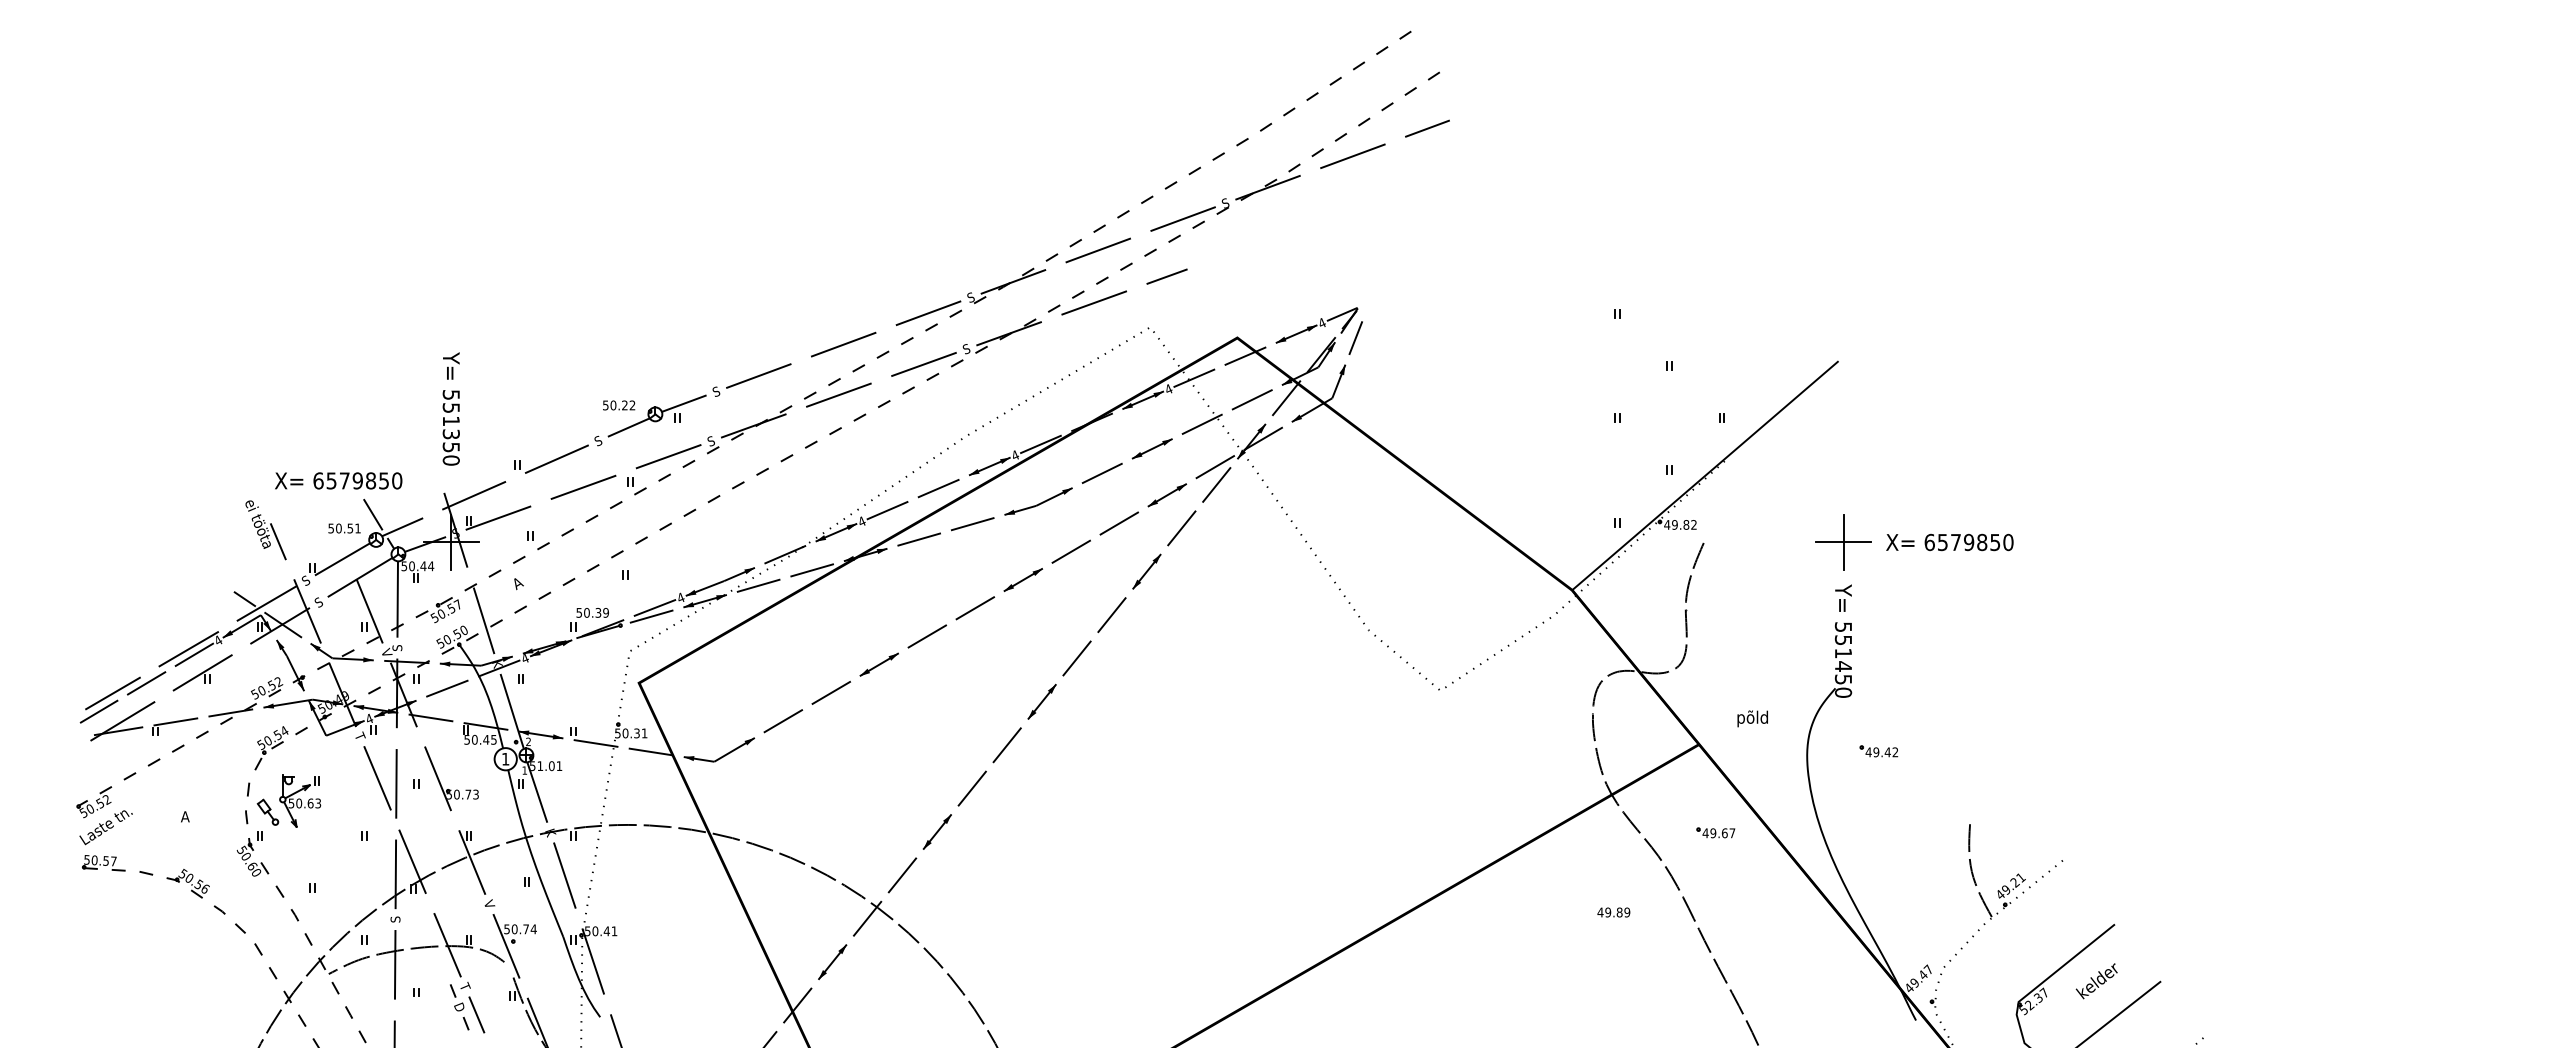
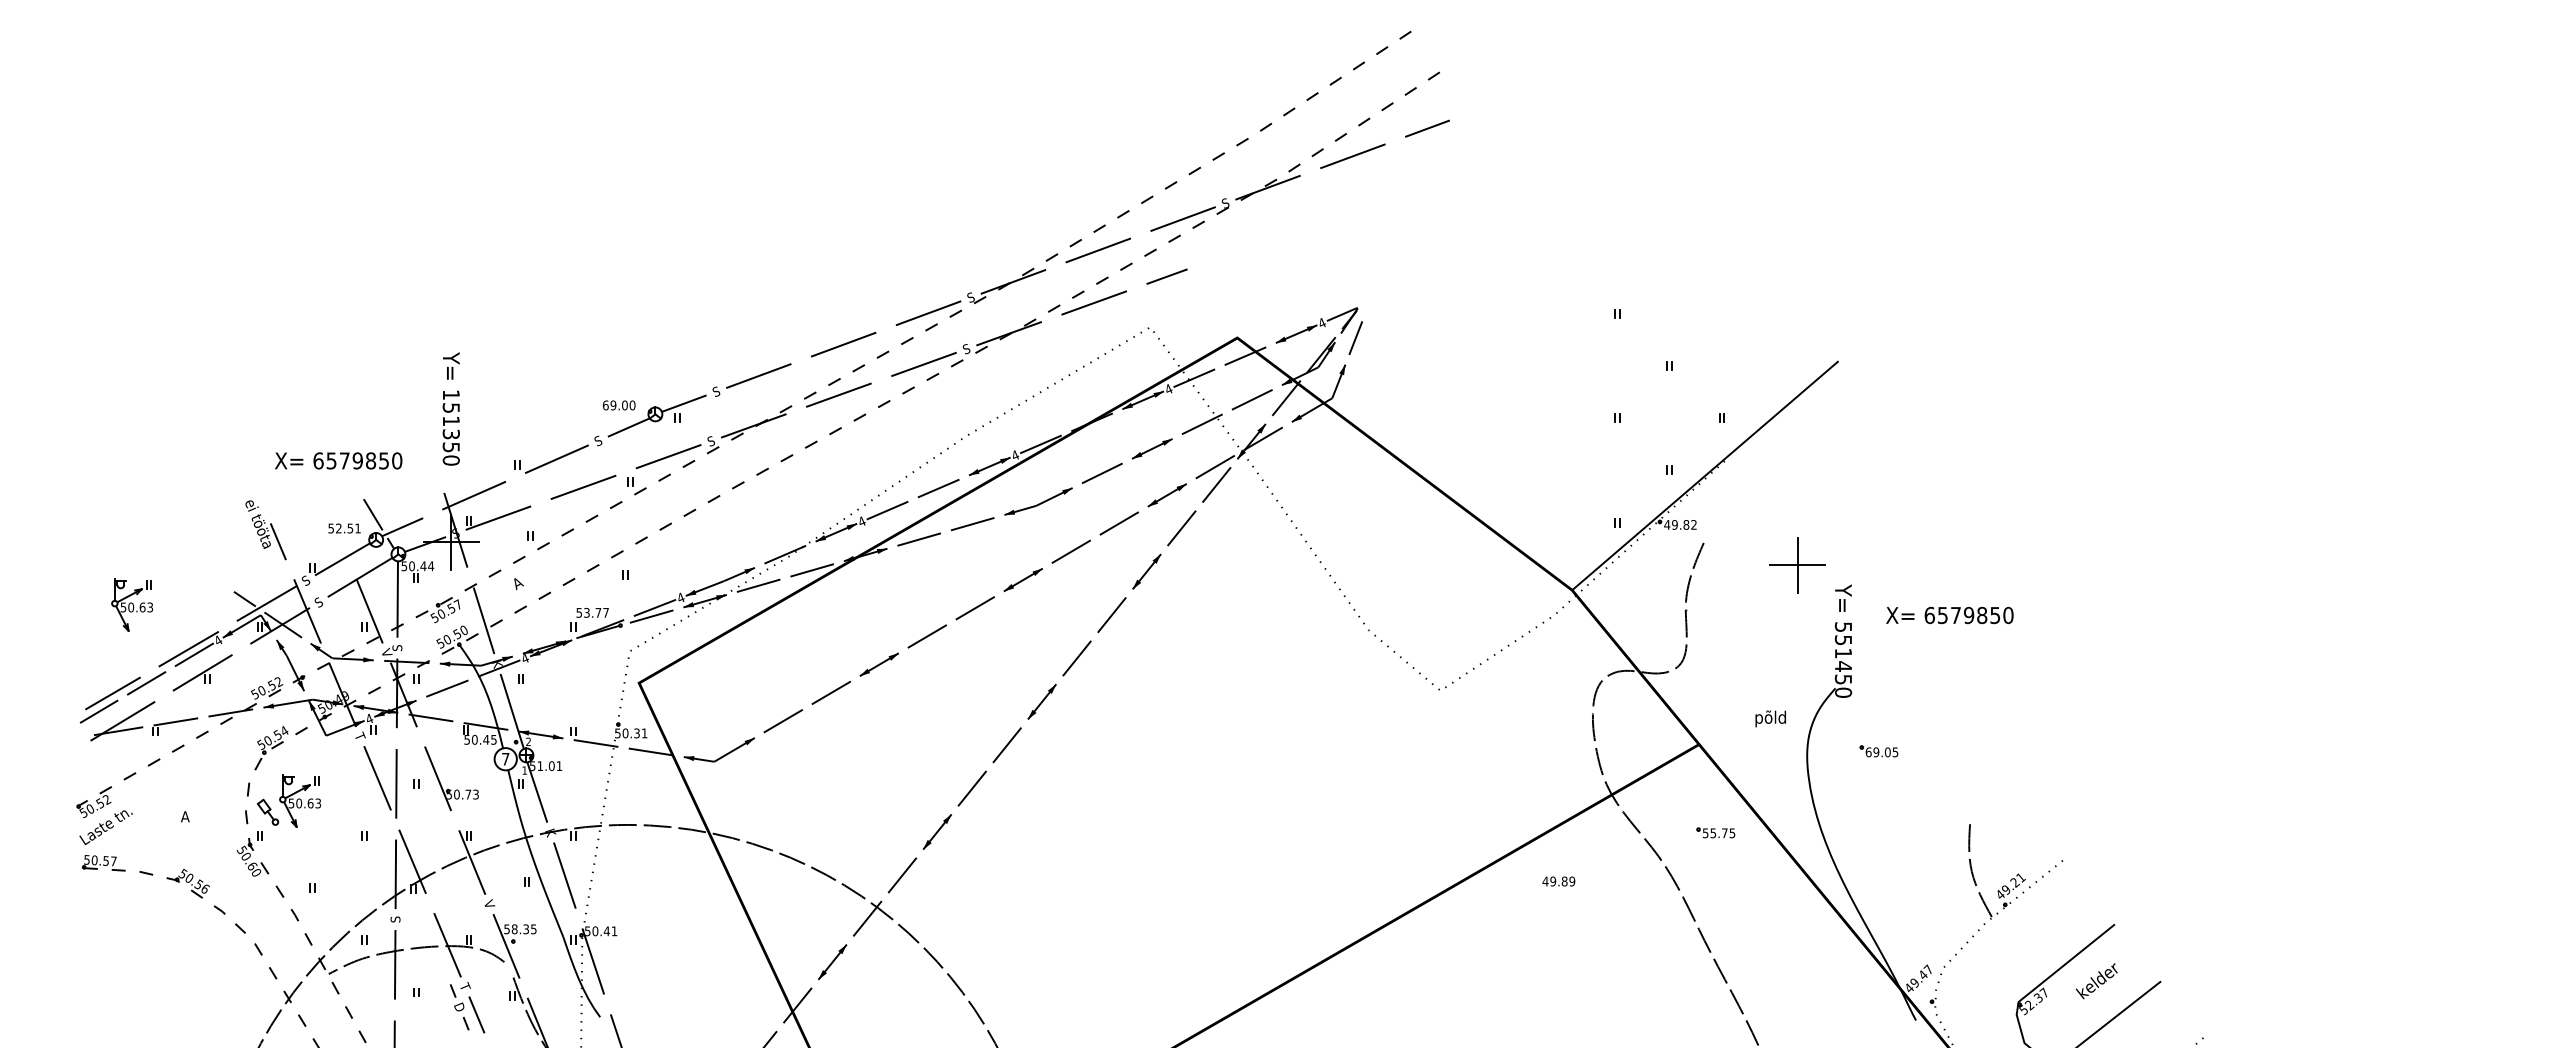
text at (450, 394): 551350 -> 151350
text at (618, 405): 50.22 -> 69.00
text at (338, 480) position: (338, 480) -> (338, 460)
text at (338, 528): 50.51 -> 52.51
part at (1843, 542) position: (1843, 542) -> (1797, 565)
text at (1949, 542) position: (1949, 542) -> (1949, 615)
part at (132, 604): none -> present
text at (596, 612): 50.39 -> 53.77
text at (1752, 718) position: (1752, 718) -> (1770, 718)
text at (1881, 752): 49.42 -> 69.05
text at (505, 759): 1 -> 7
text at (1718, 833): 49.67 -> 55.75
text at (1613, 912) position: (1613, 912) -> (1558, 881)
text at (523, 929): 50.74 -> 58.35
